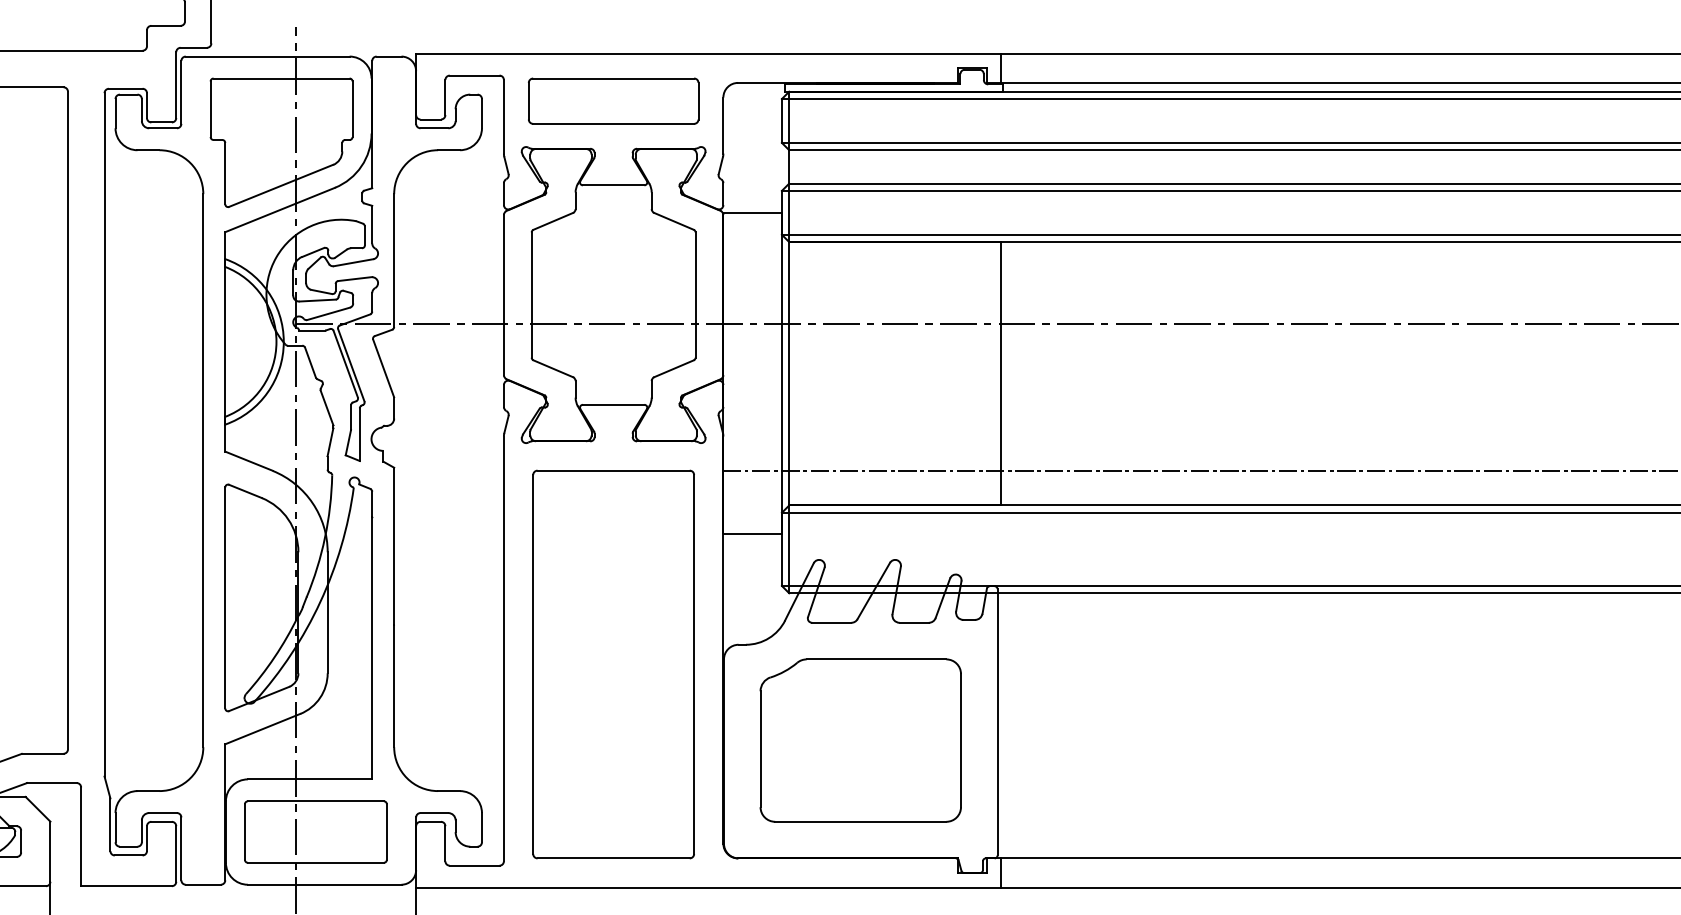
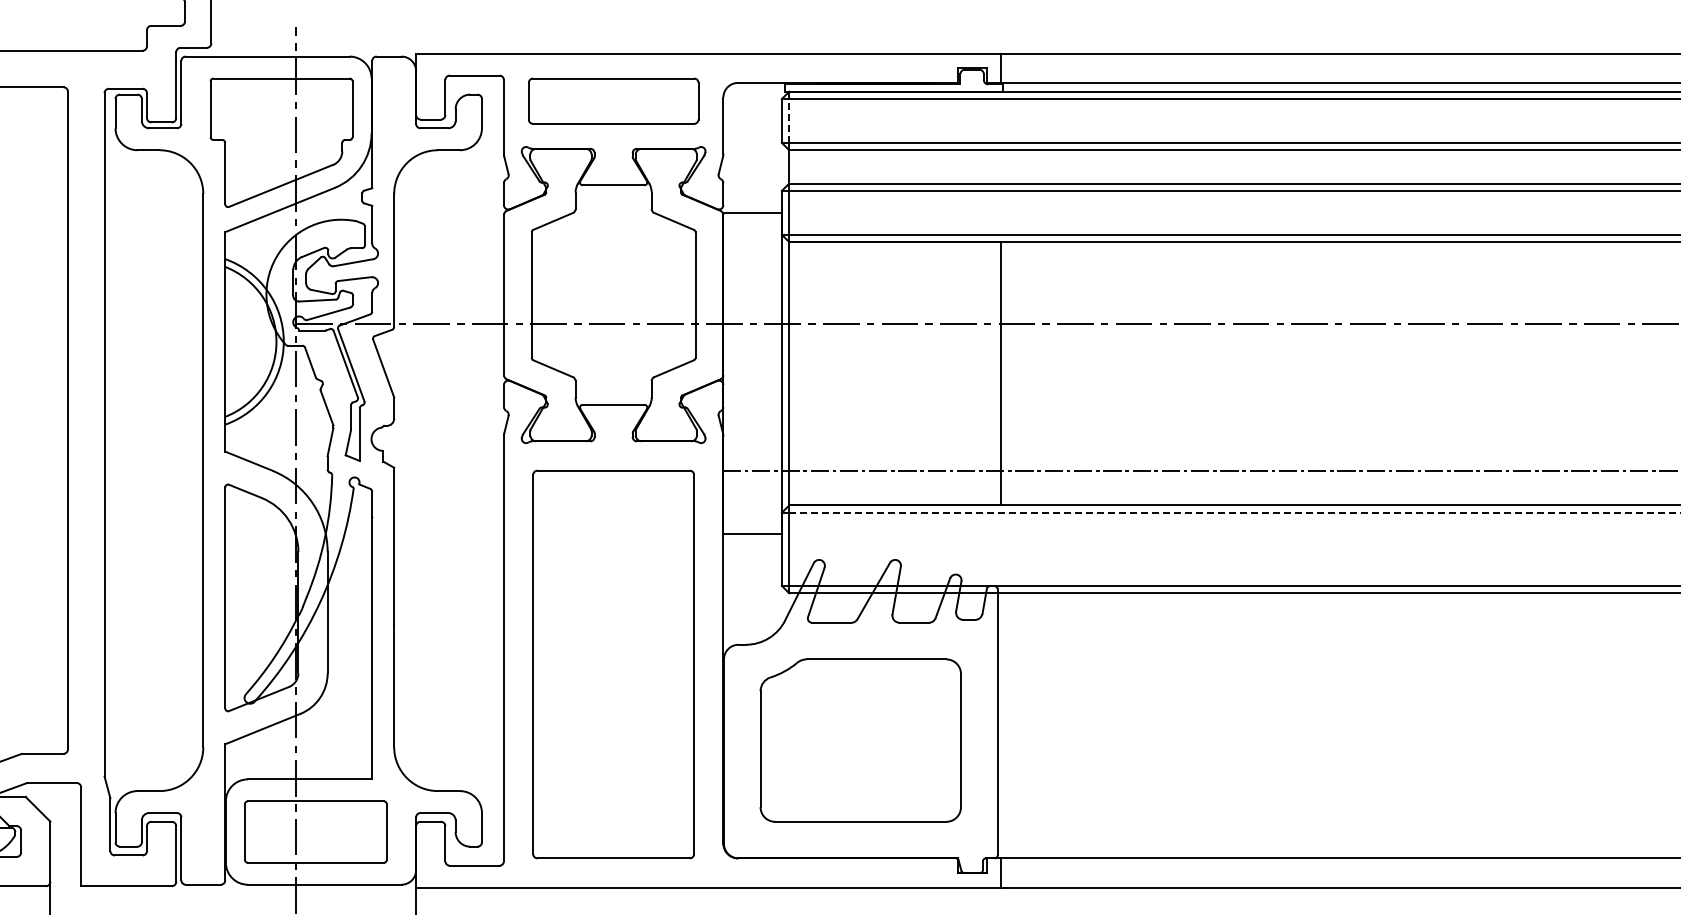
line at (789, 120): solid -> dashed
line at (1235, 512): solid -> dashed
